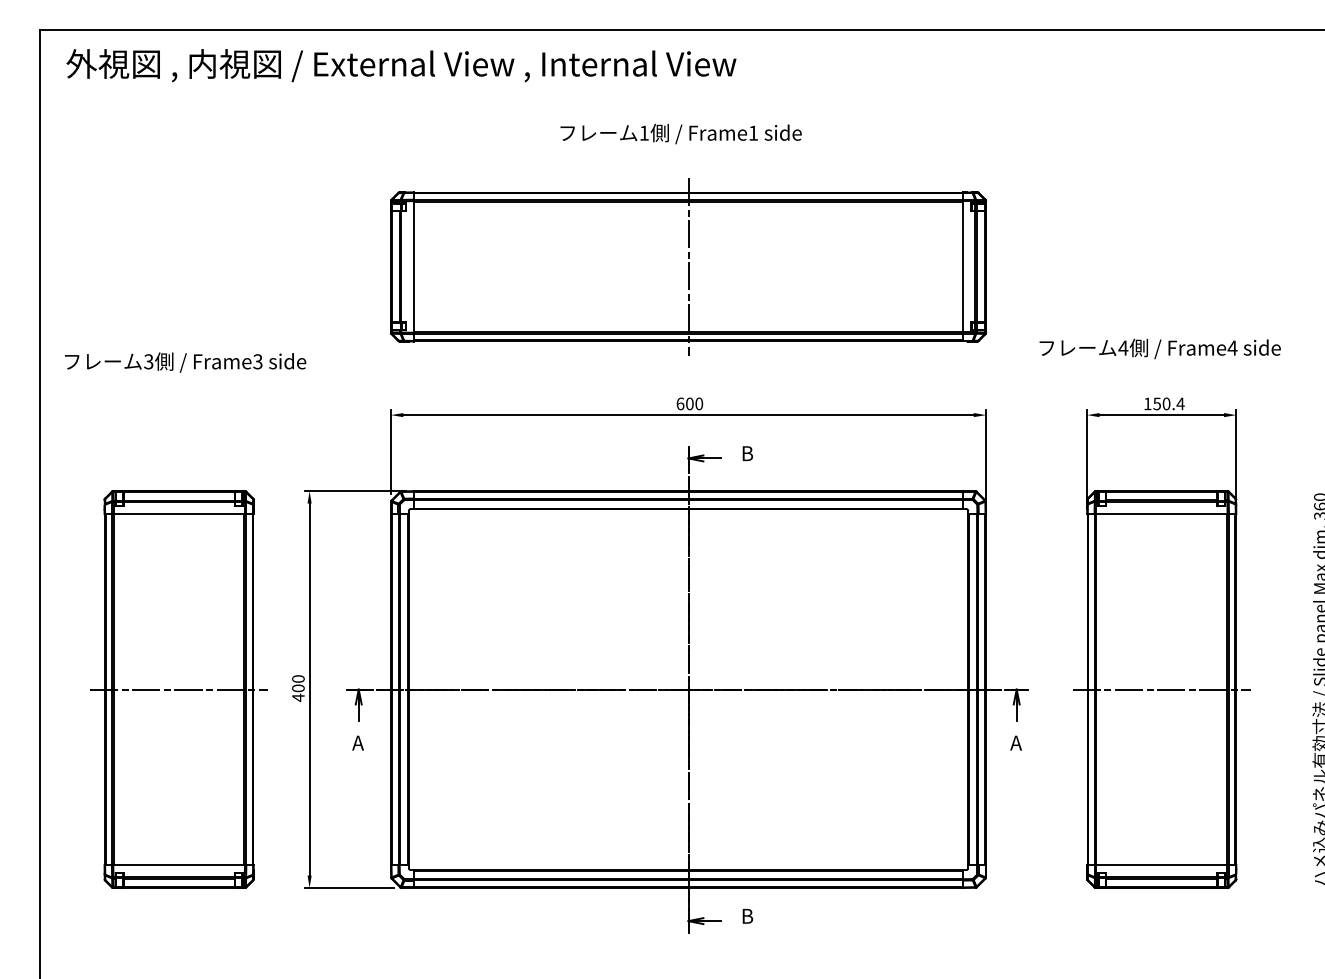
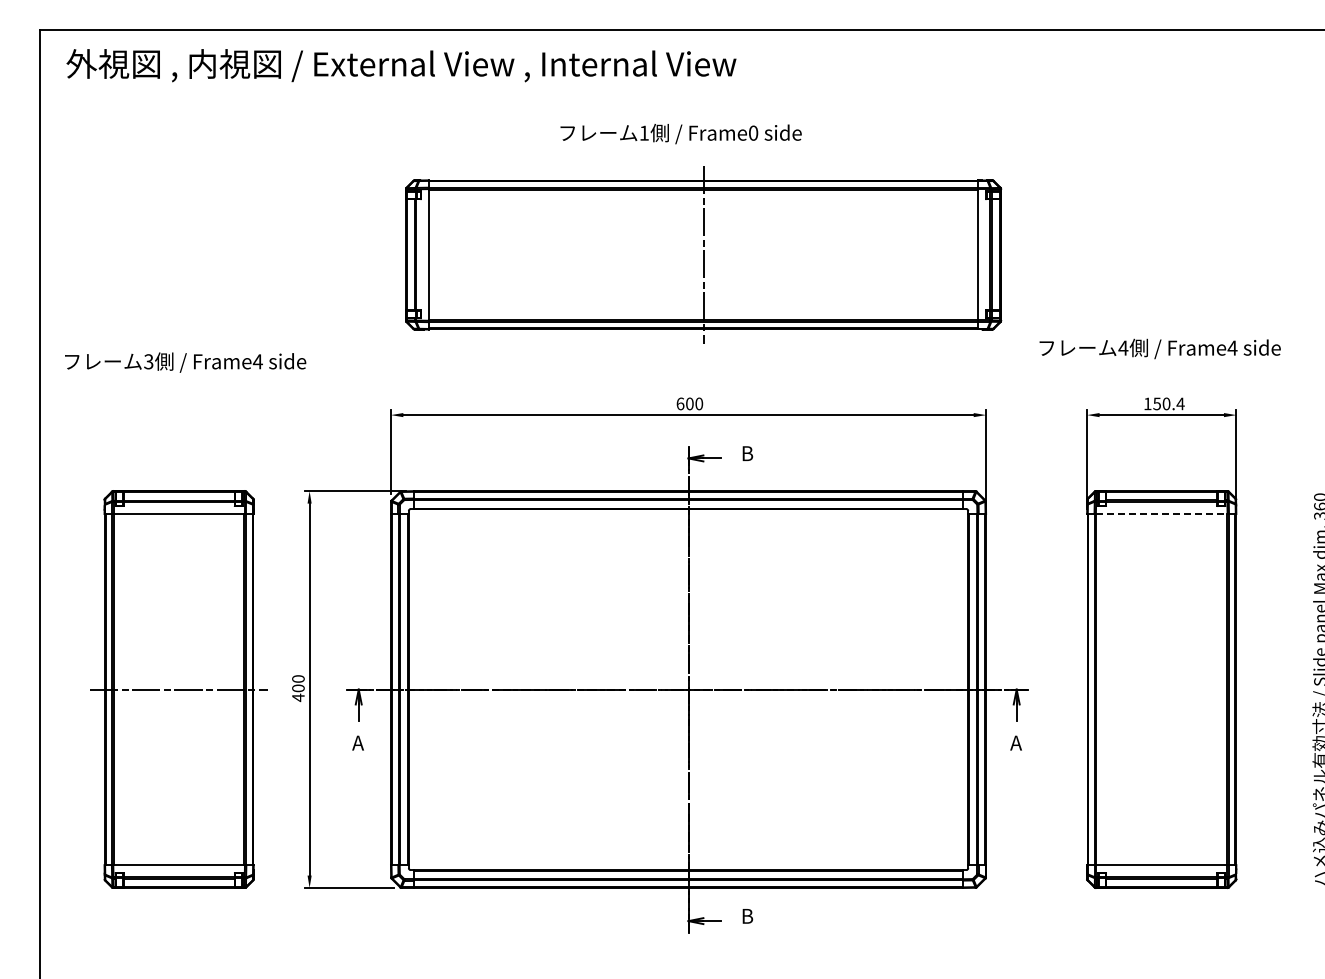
text at (753, 132): Frame1 -> Frame0
part at (688, 266) position: (688, 266) -> (703, 254)
text at (257, 361): Frame3 -> Frame4
line at (1161, 514): solid -> dashed
line at (1161, 689): present -> none
